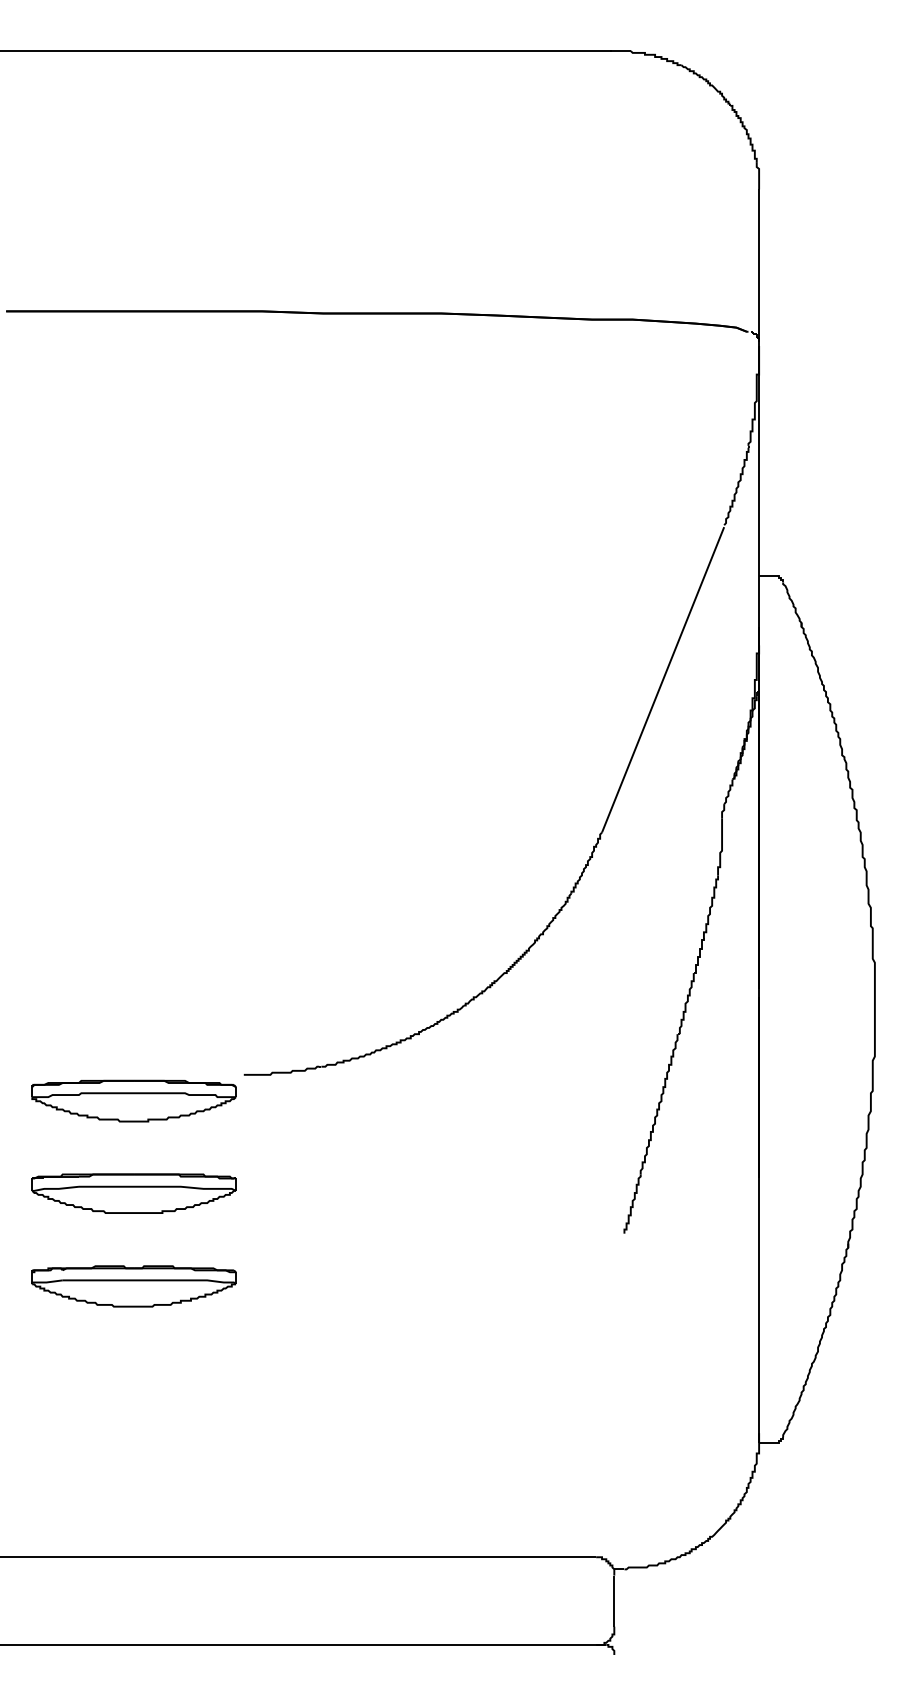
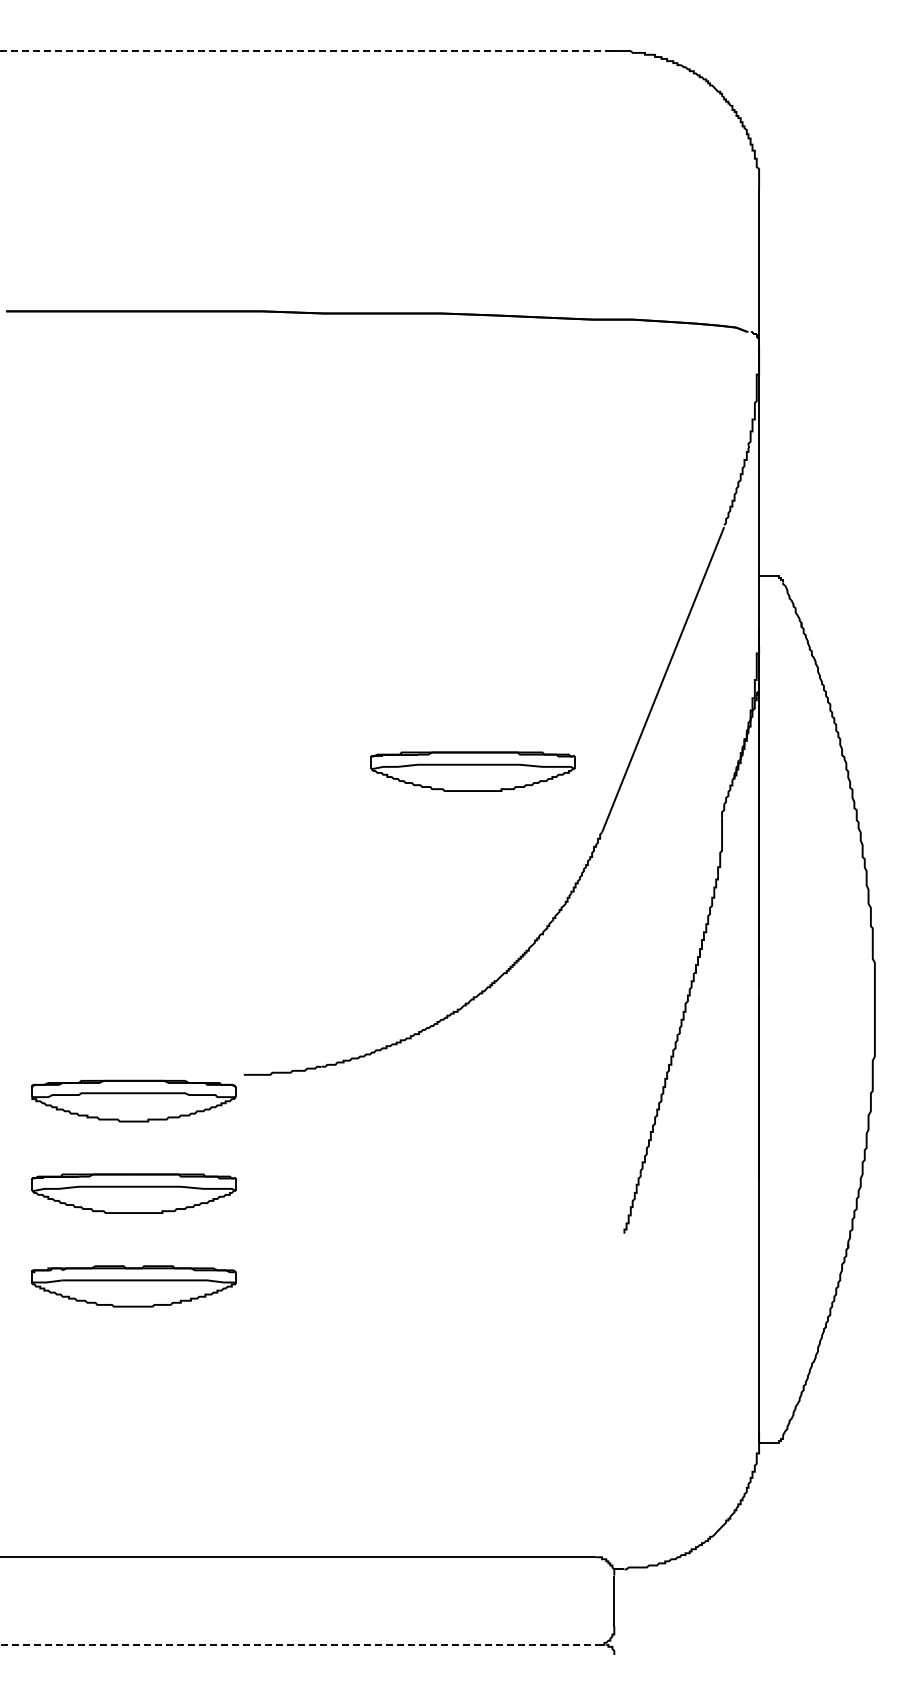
line at (306, 51): solid -> dashed
part at (472, 771): none -> present
line at (303, 1644): solid -> dashed
